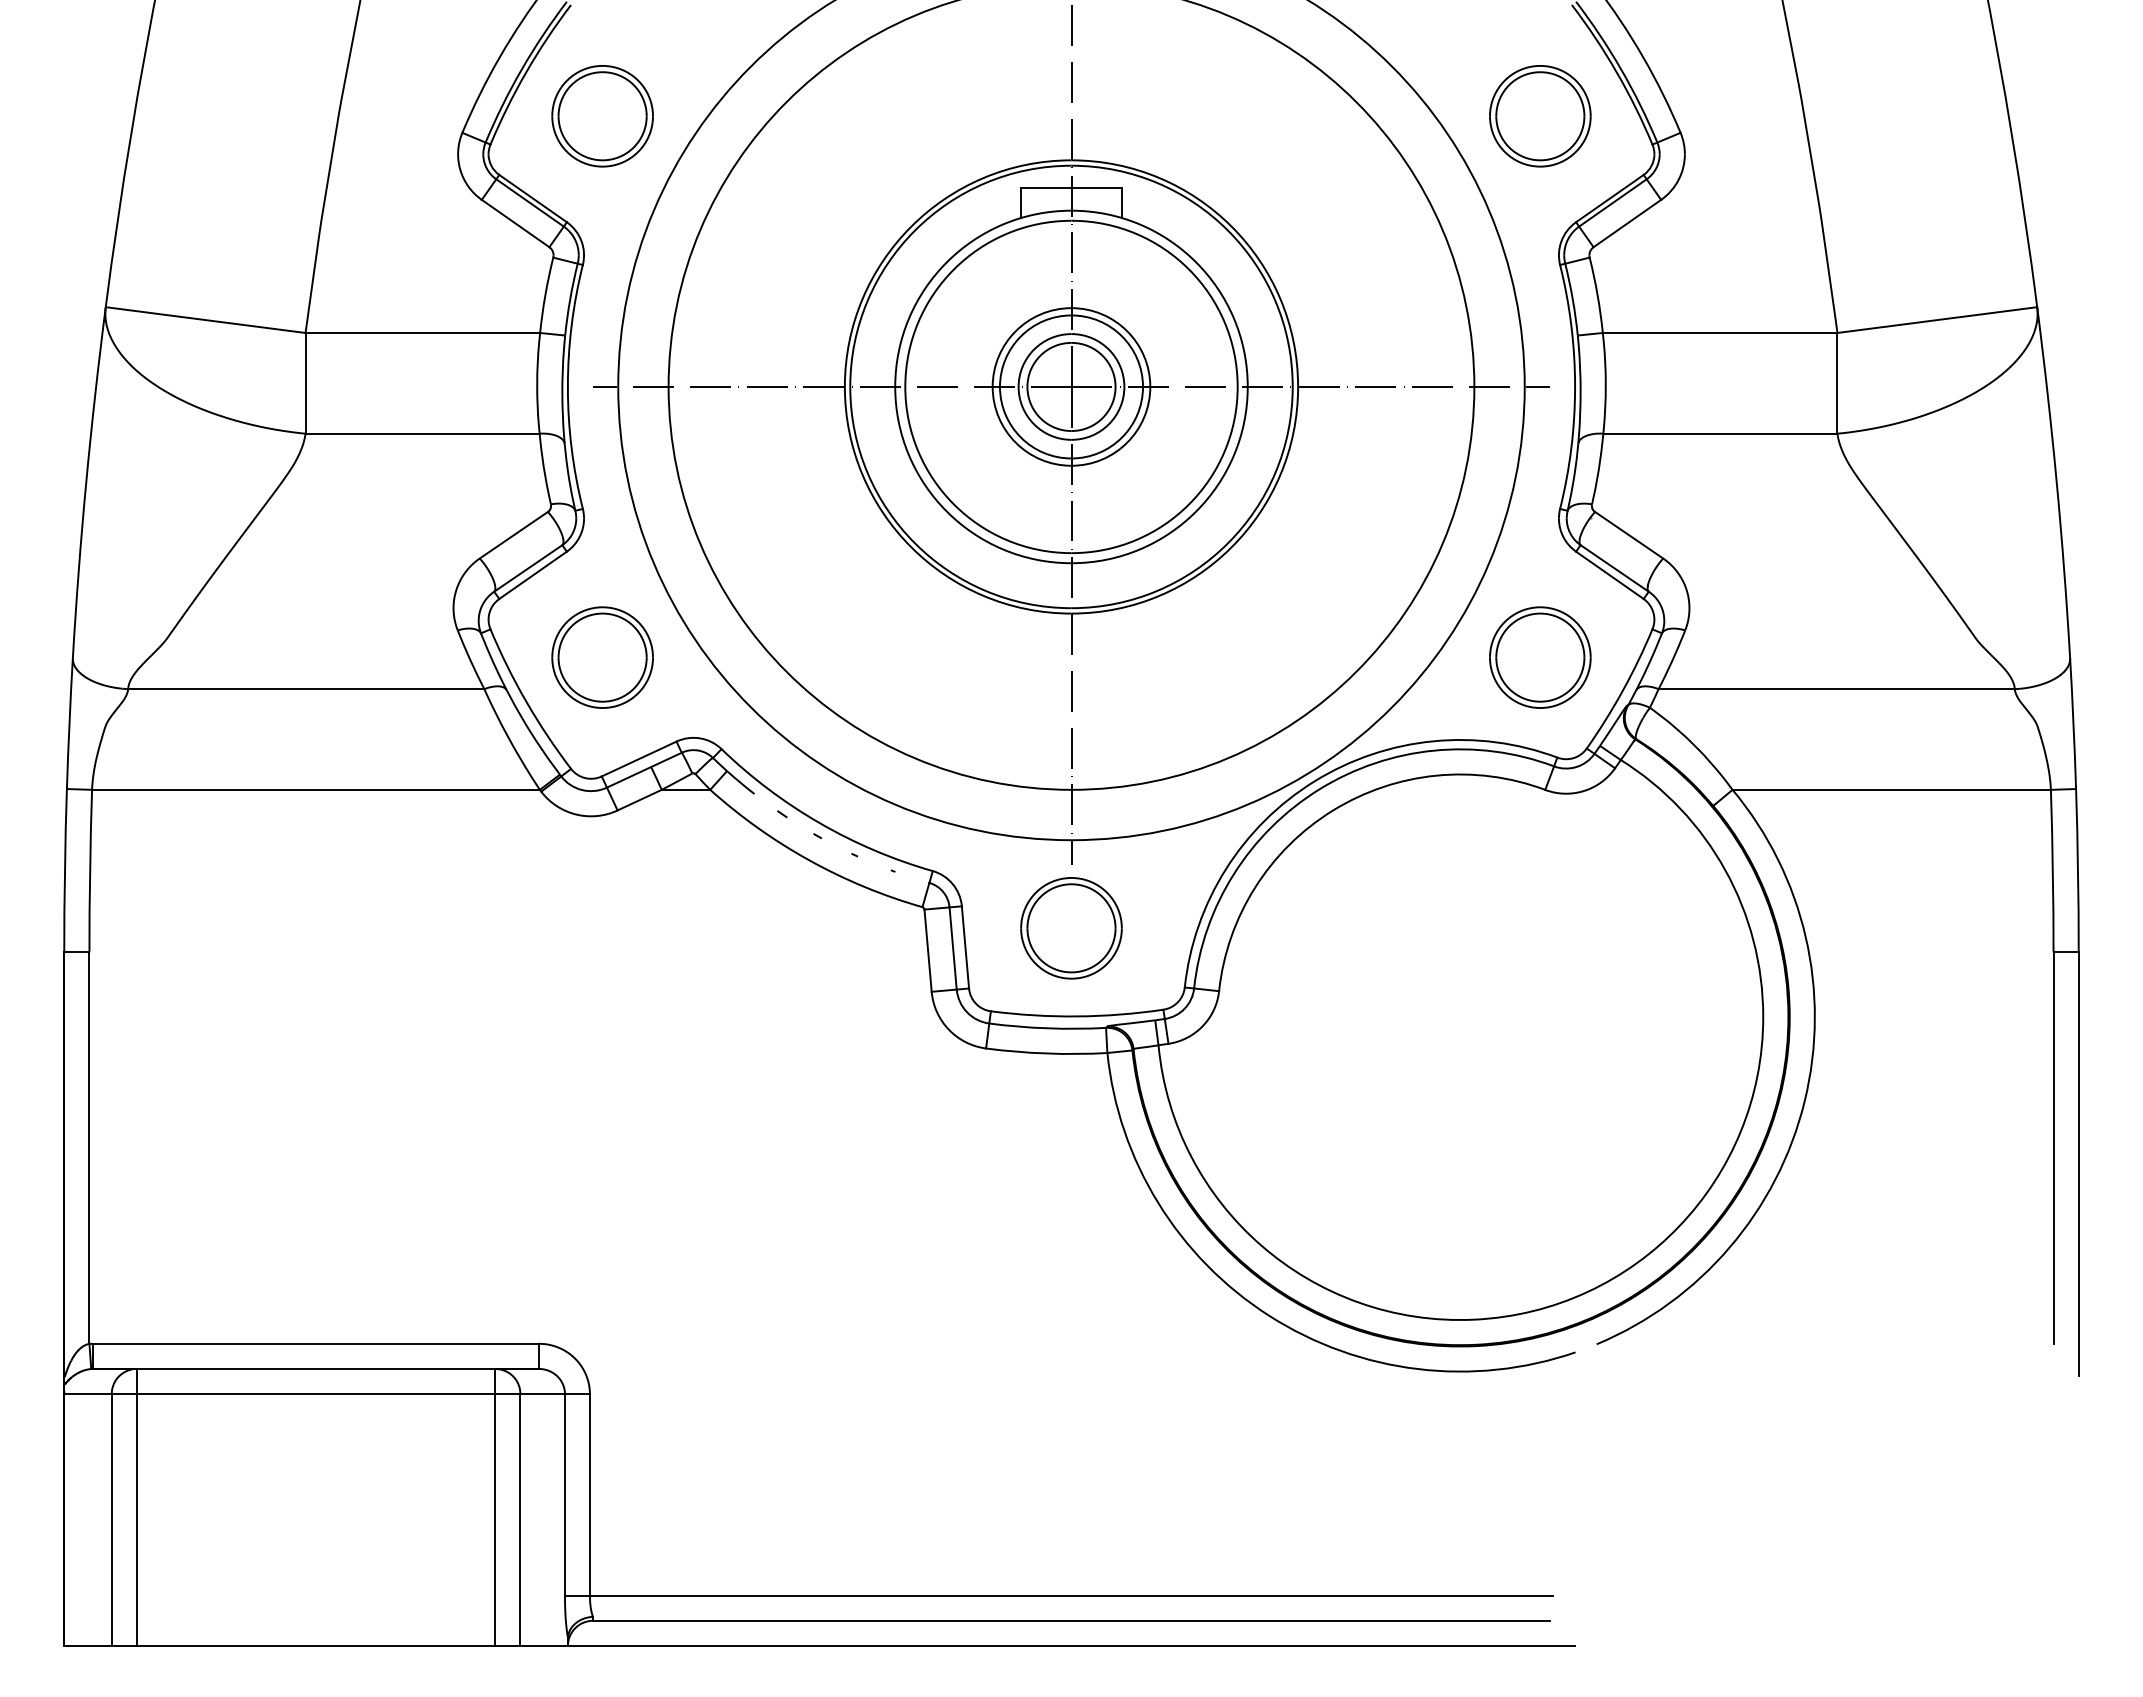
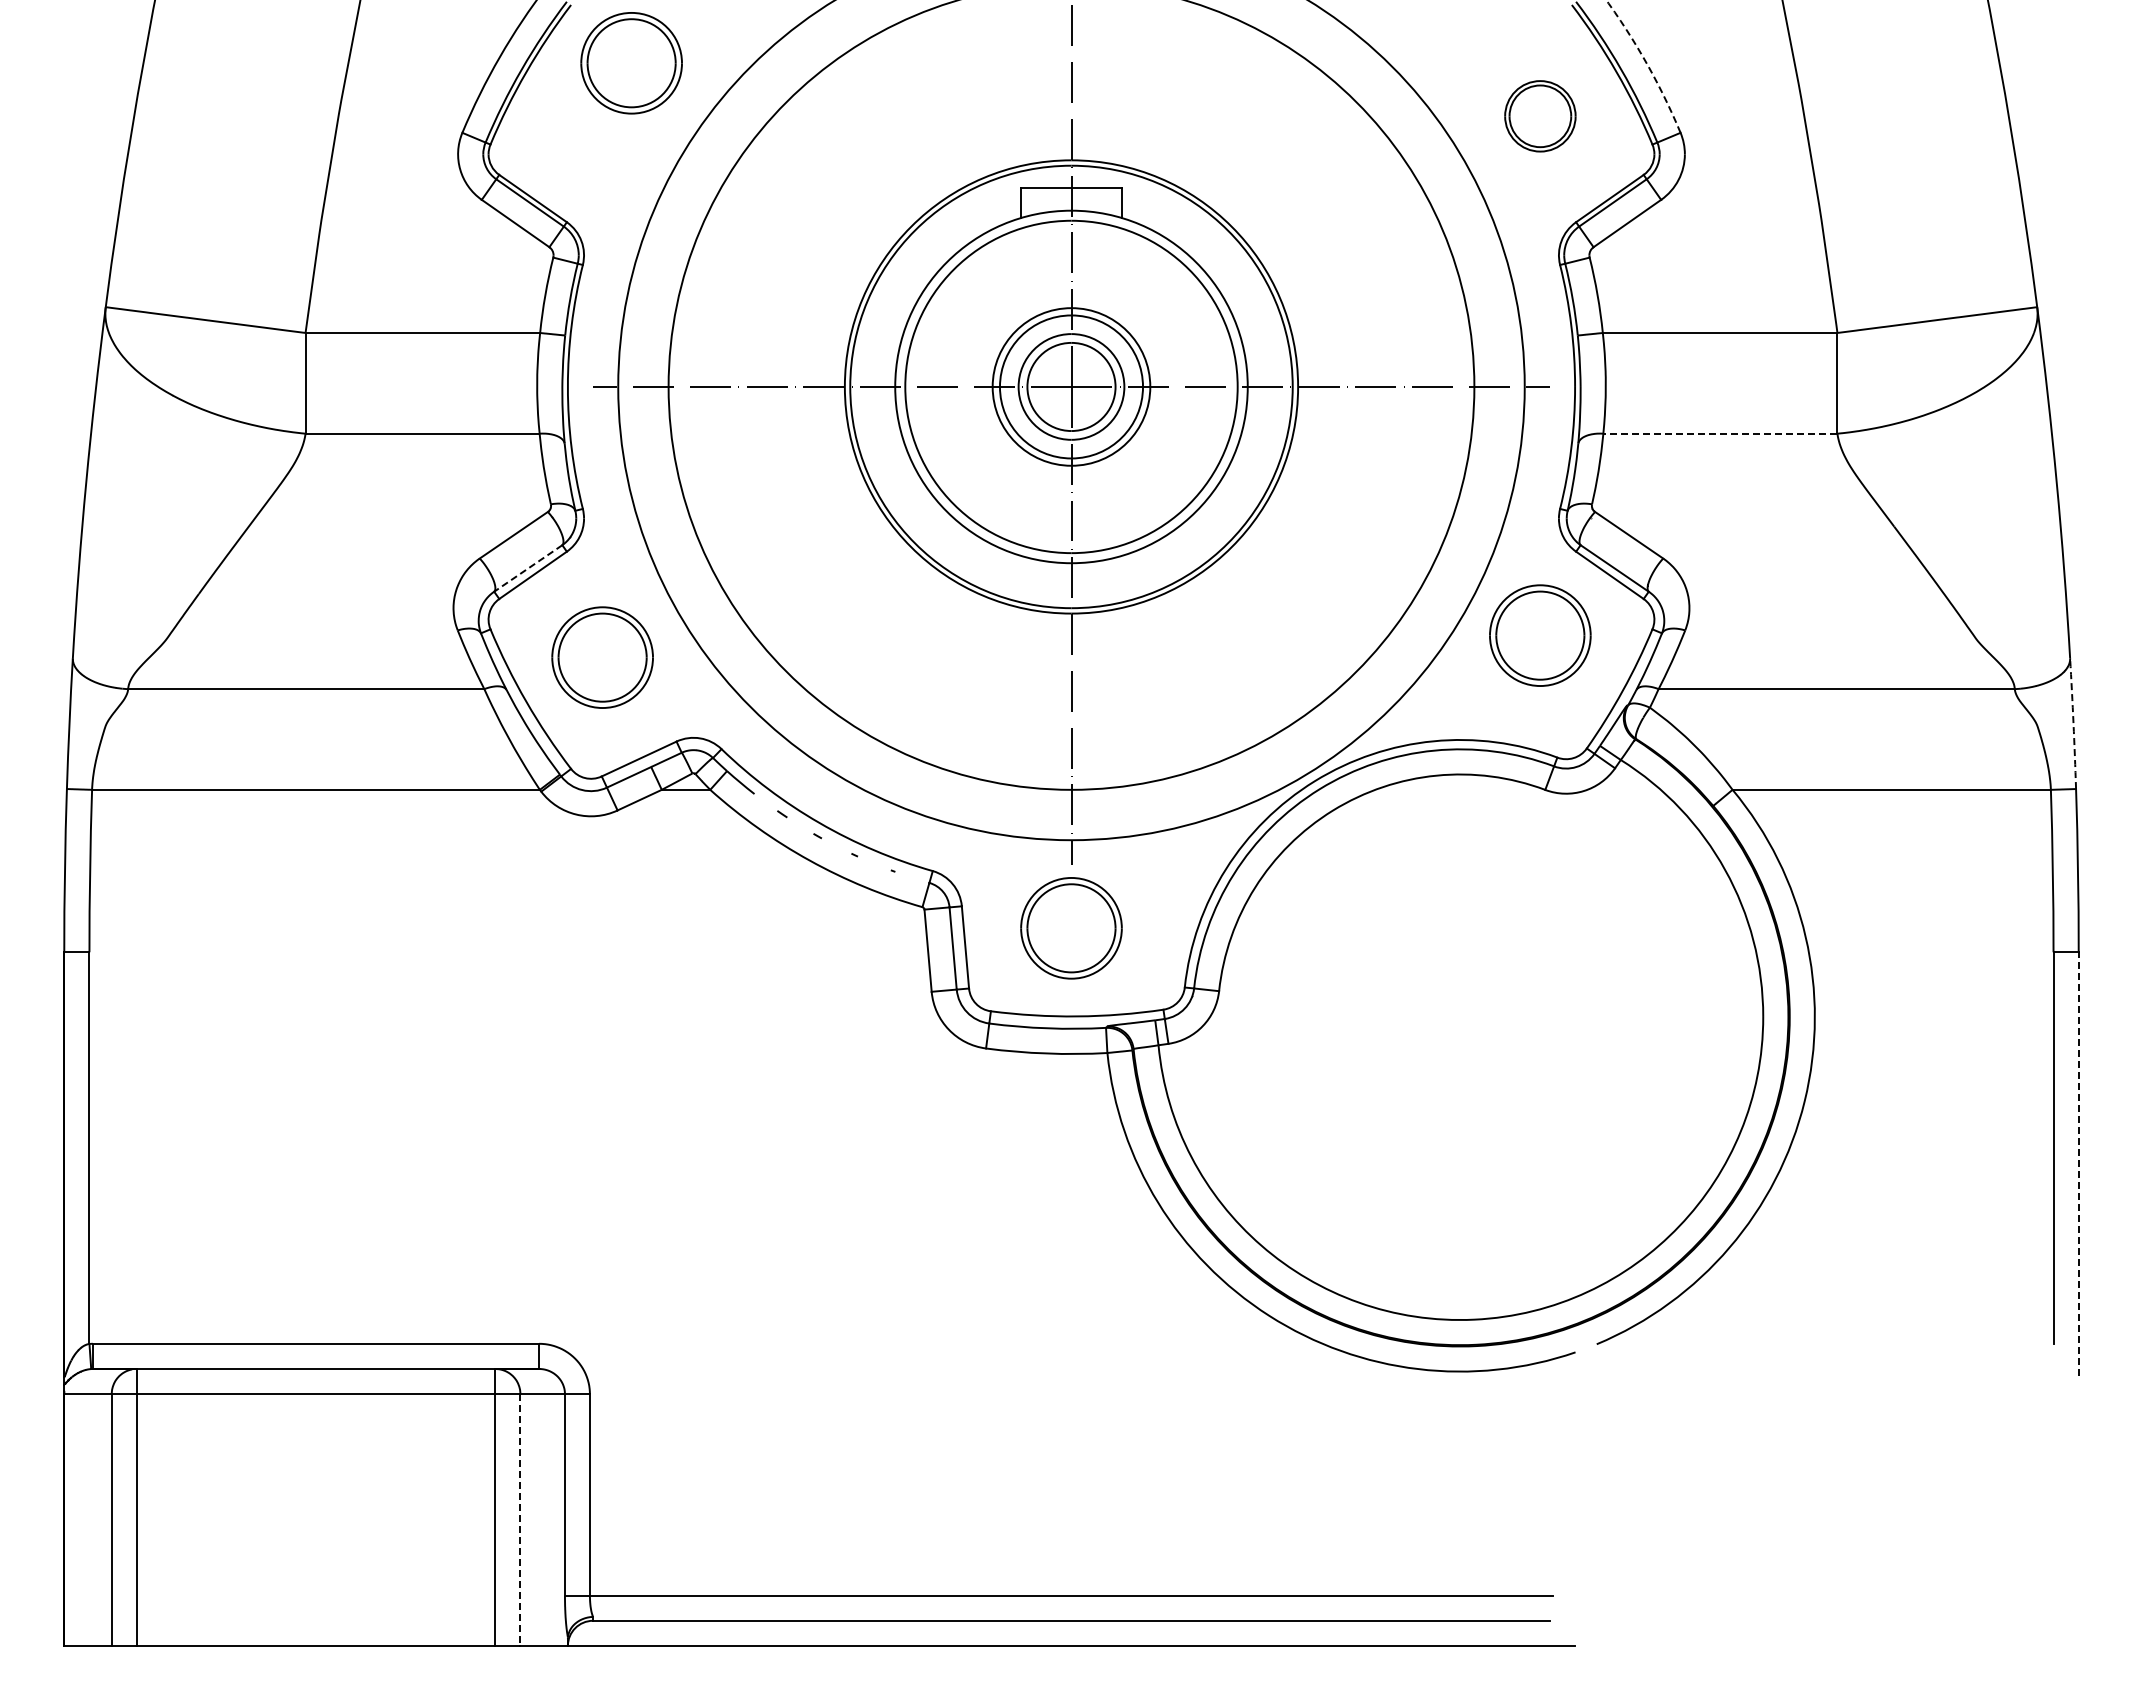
arc at (1646, 63): solid -> dashed
part at (602, 116) position: (602, 116) -> (631, 63)
part at (1540, 116) size: 103x103 px -> 73x73 px
line at (1720, 433): solid -> dashed
line at (527, 568): solid -> dashed
part at (1540, 657) position: (1540, 657) -> (1540, 635)
arc at (2073, 723): solid -> dashed
line at (2078, 1163): solid -> dashed
line at (520, 1520): solid -> dashed
